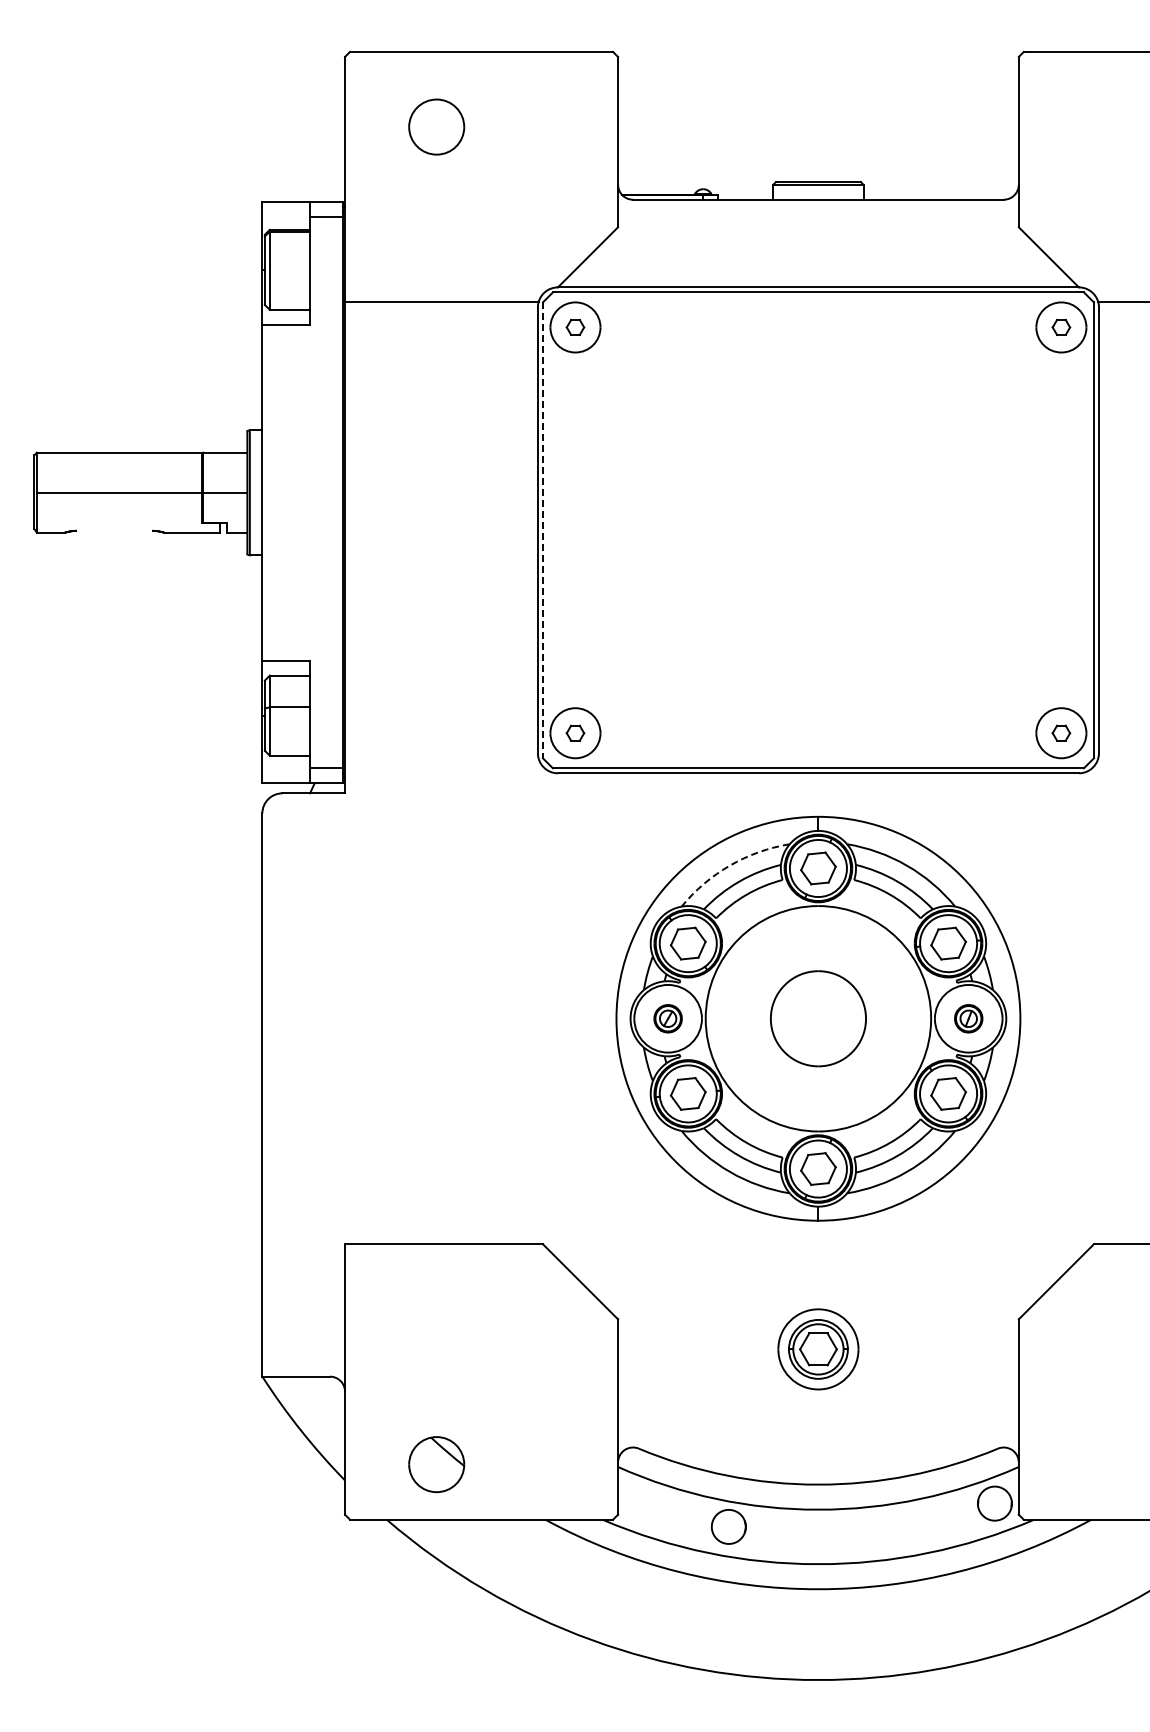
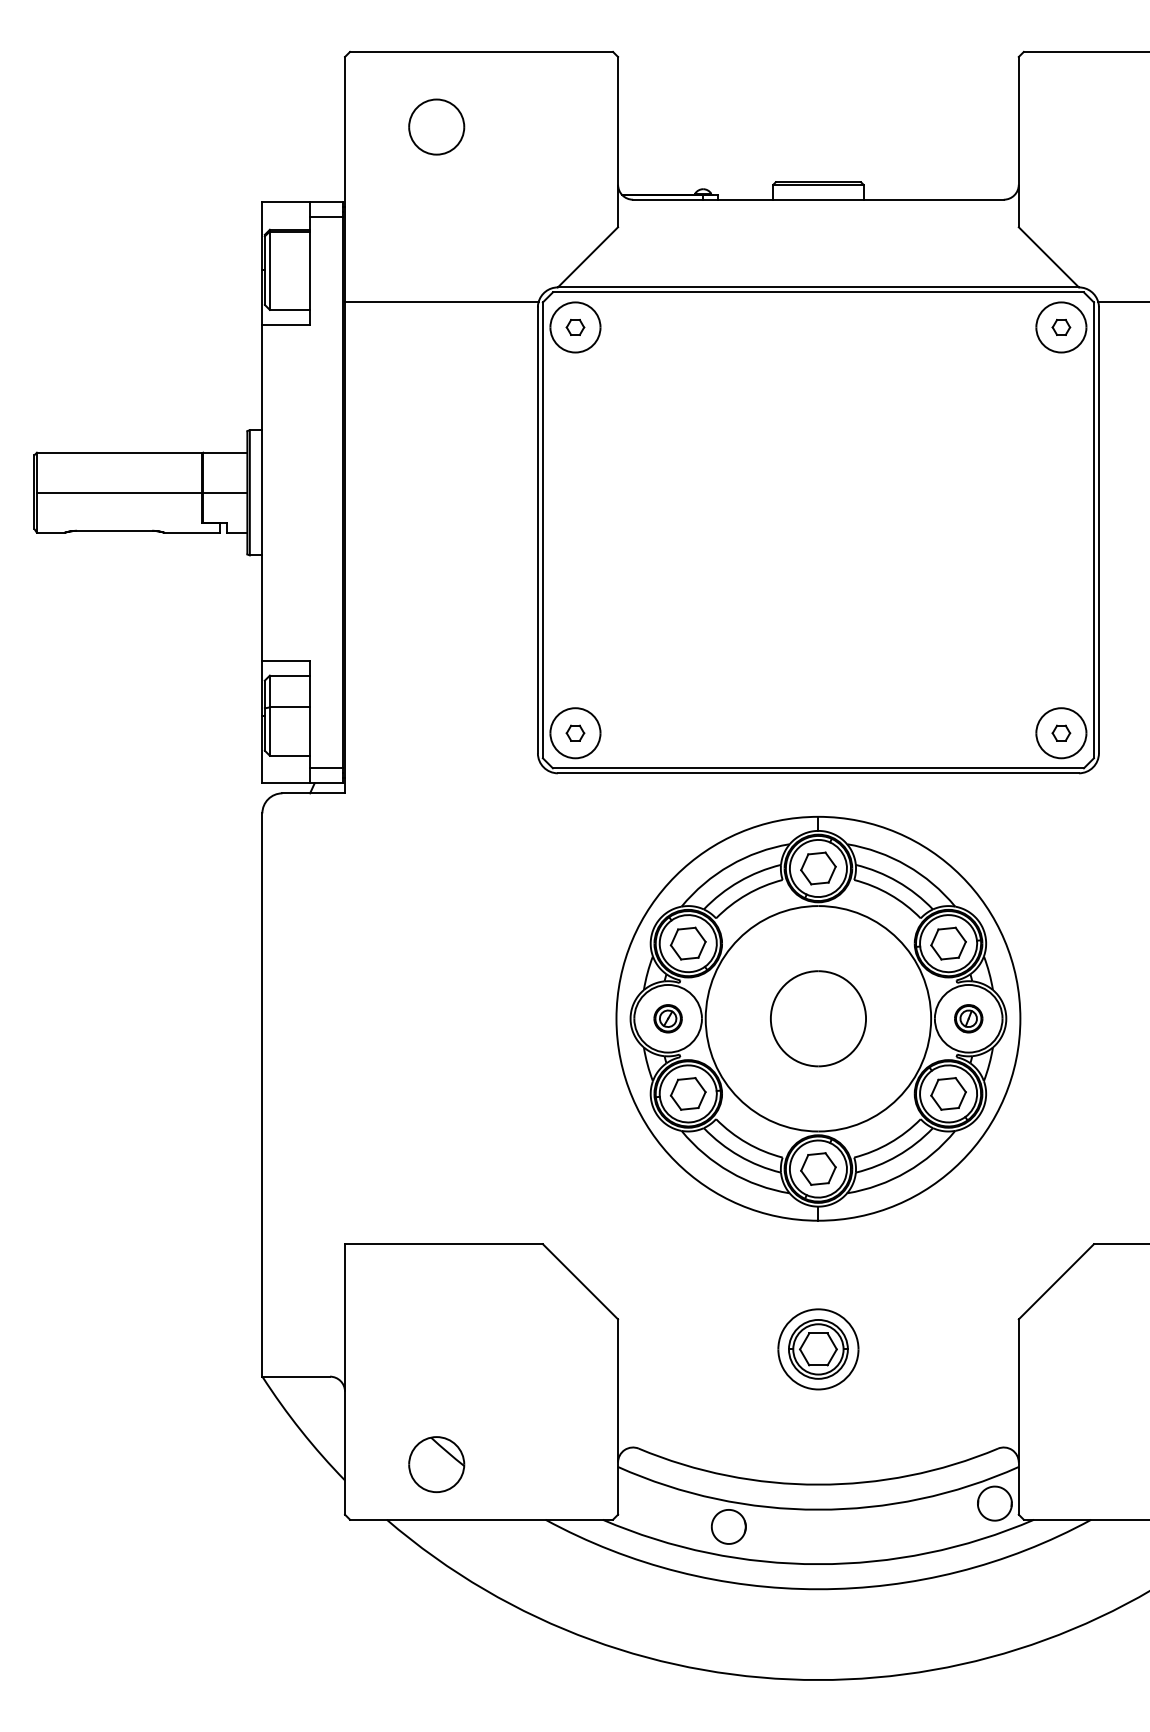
line at (114, 530): none -> present
line at (542, 530): dashed -> solid
arc at (729, 865): dashed -> solid
